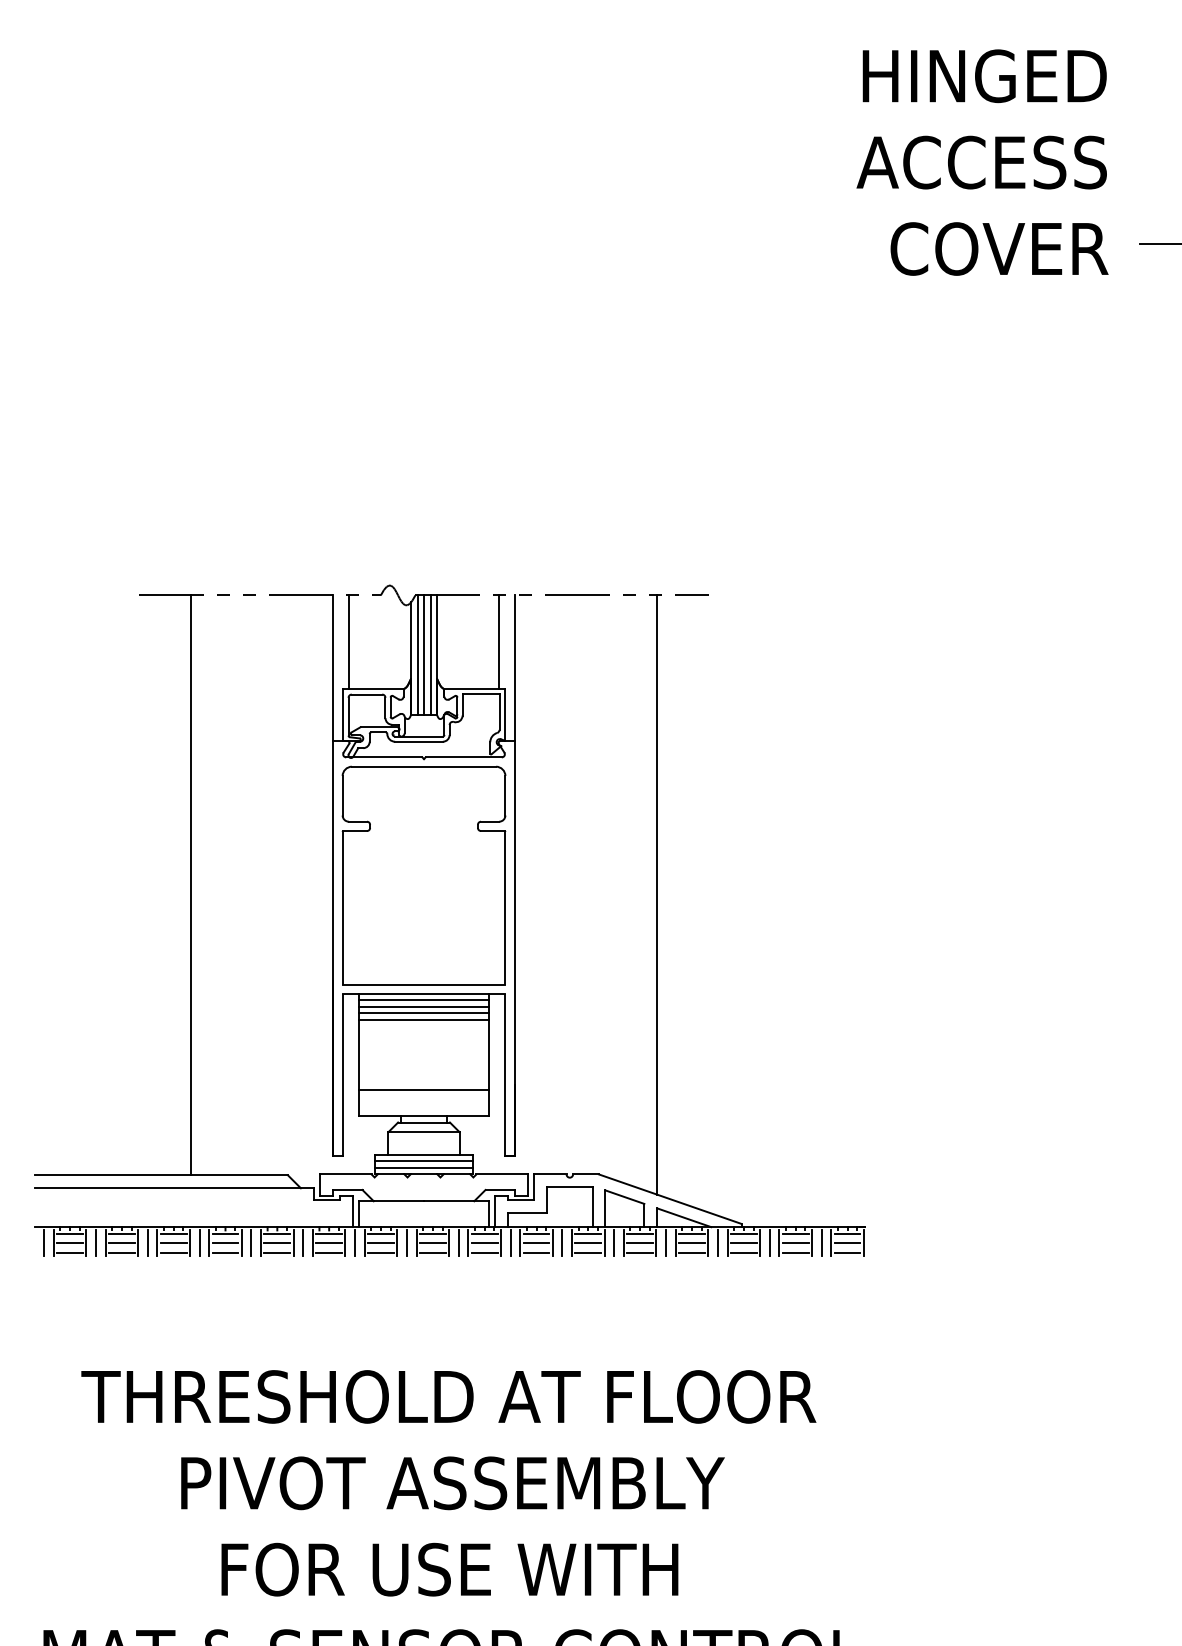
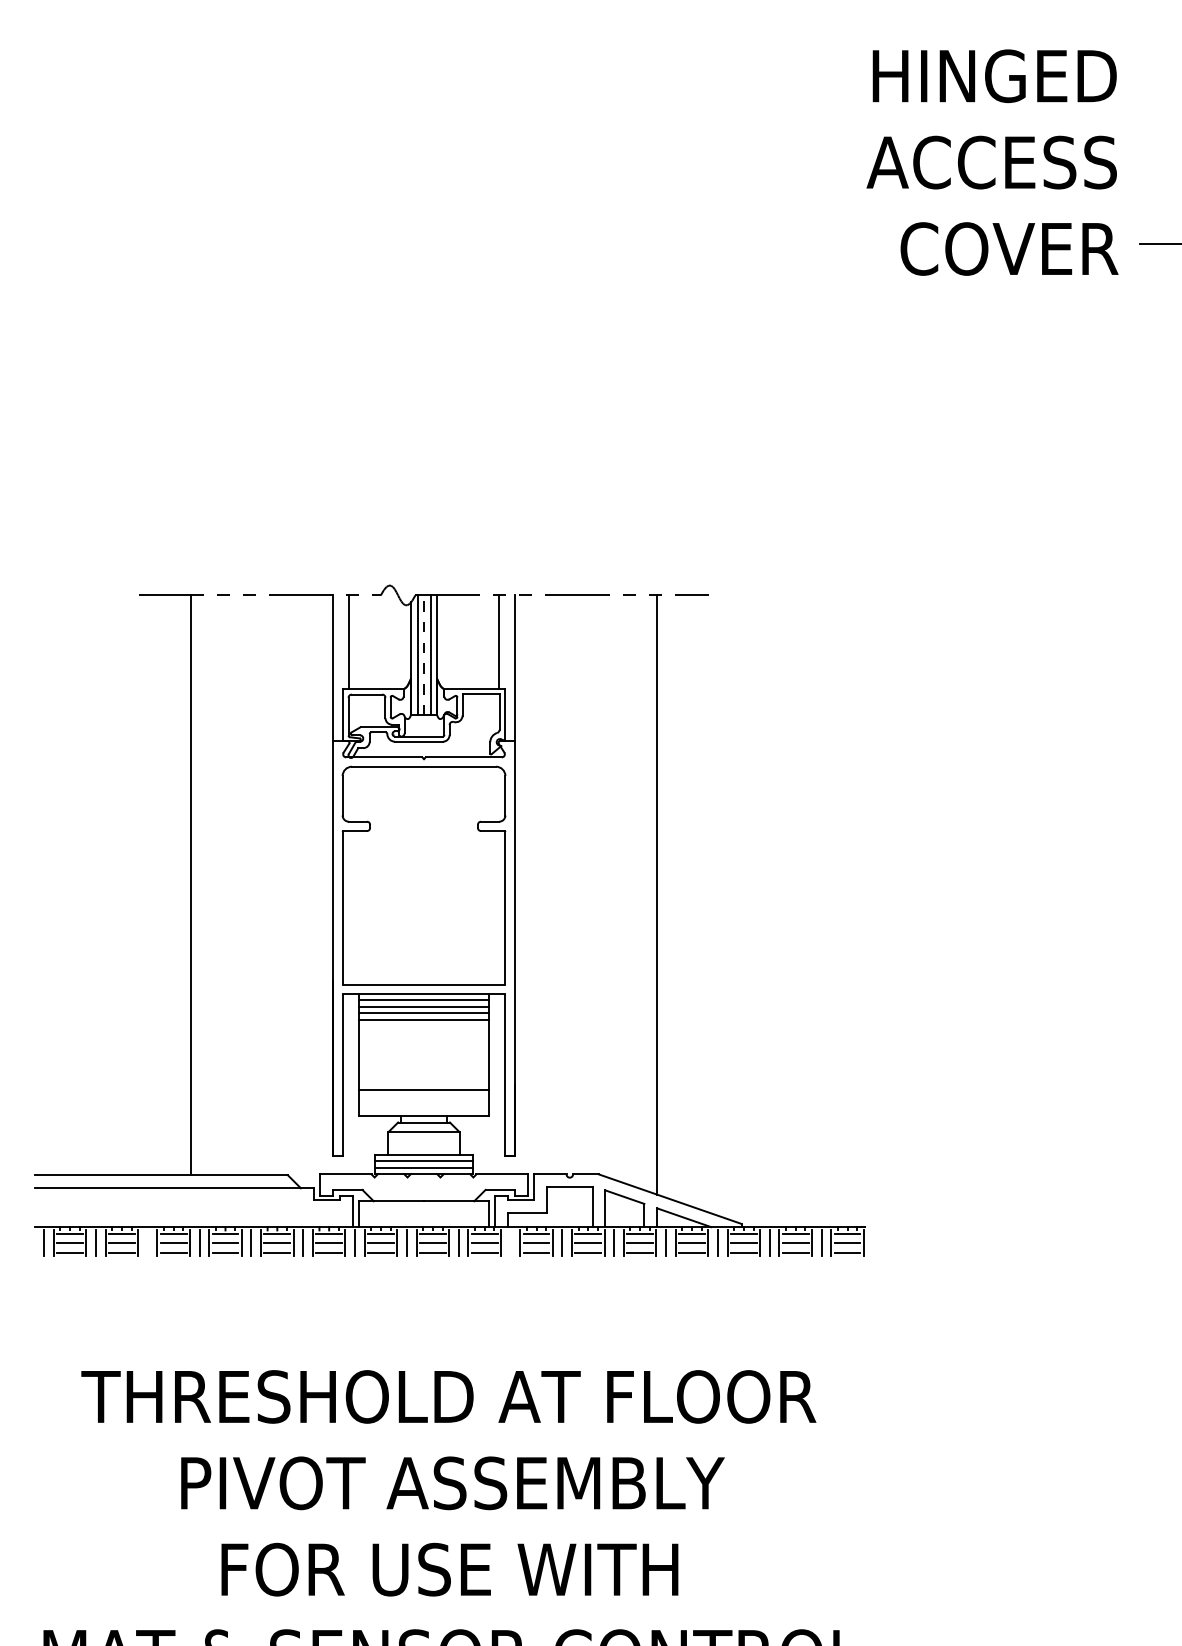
text at (982, 162) position: (982, 162) -> (992, 162)
line at (424, 655): solid -> dashed
line at (147, 1243): present -> none
line at (510, 1243): present -> none
